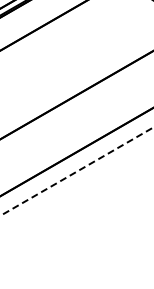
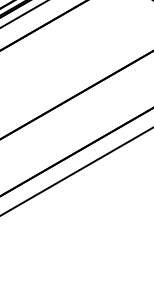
line at (23, 14): none -> present
line at (76, 171): dashed -> solid
